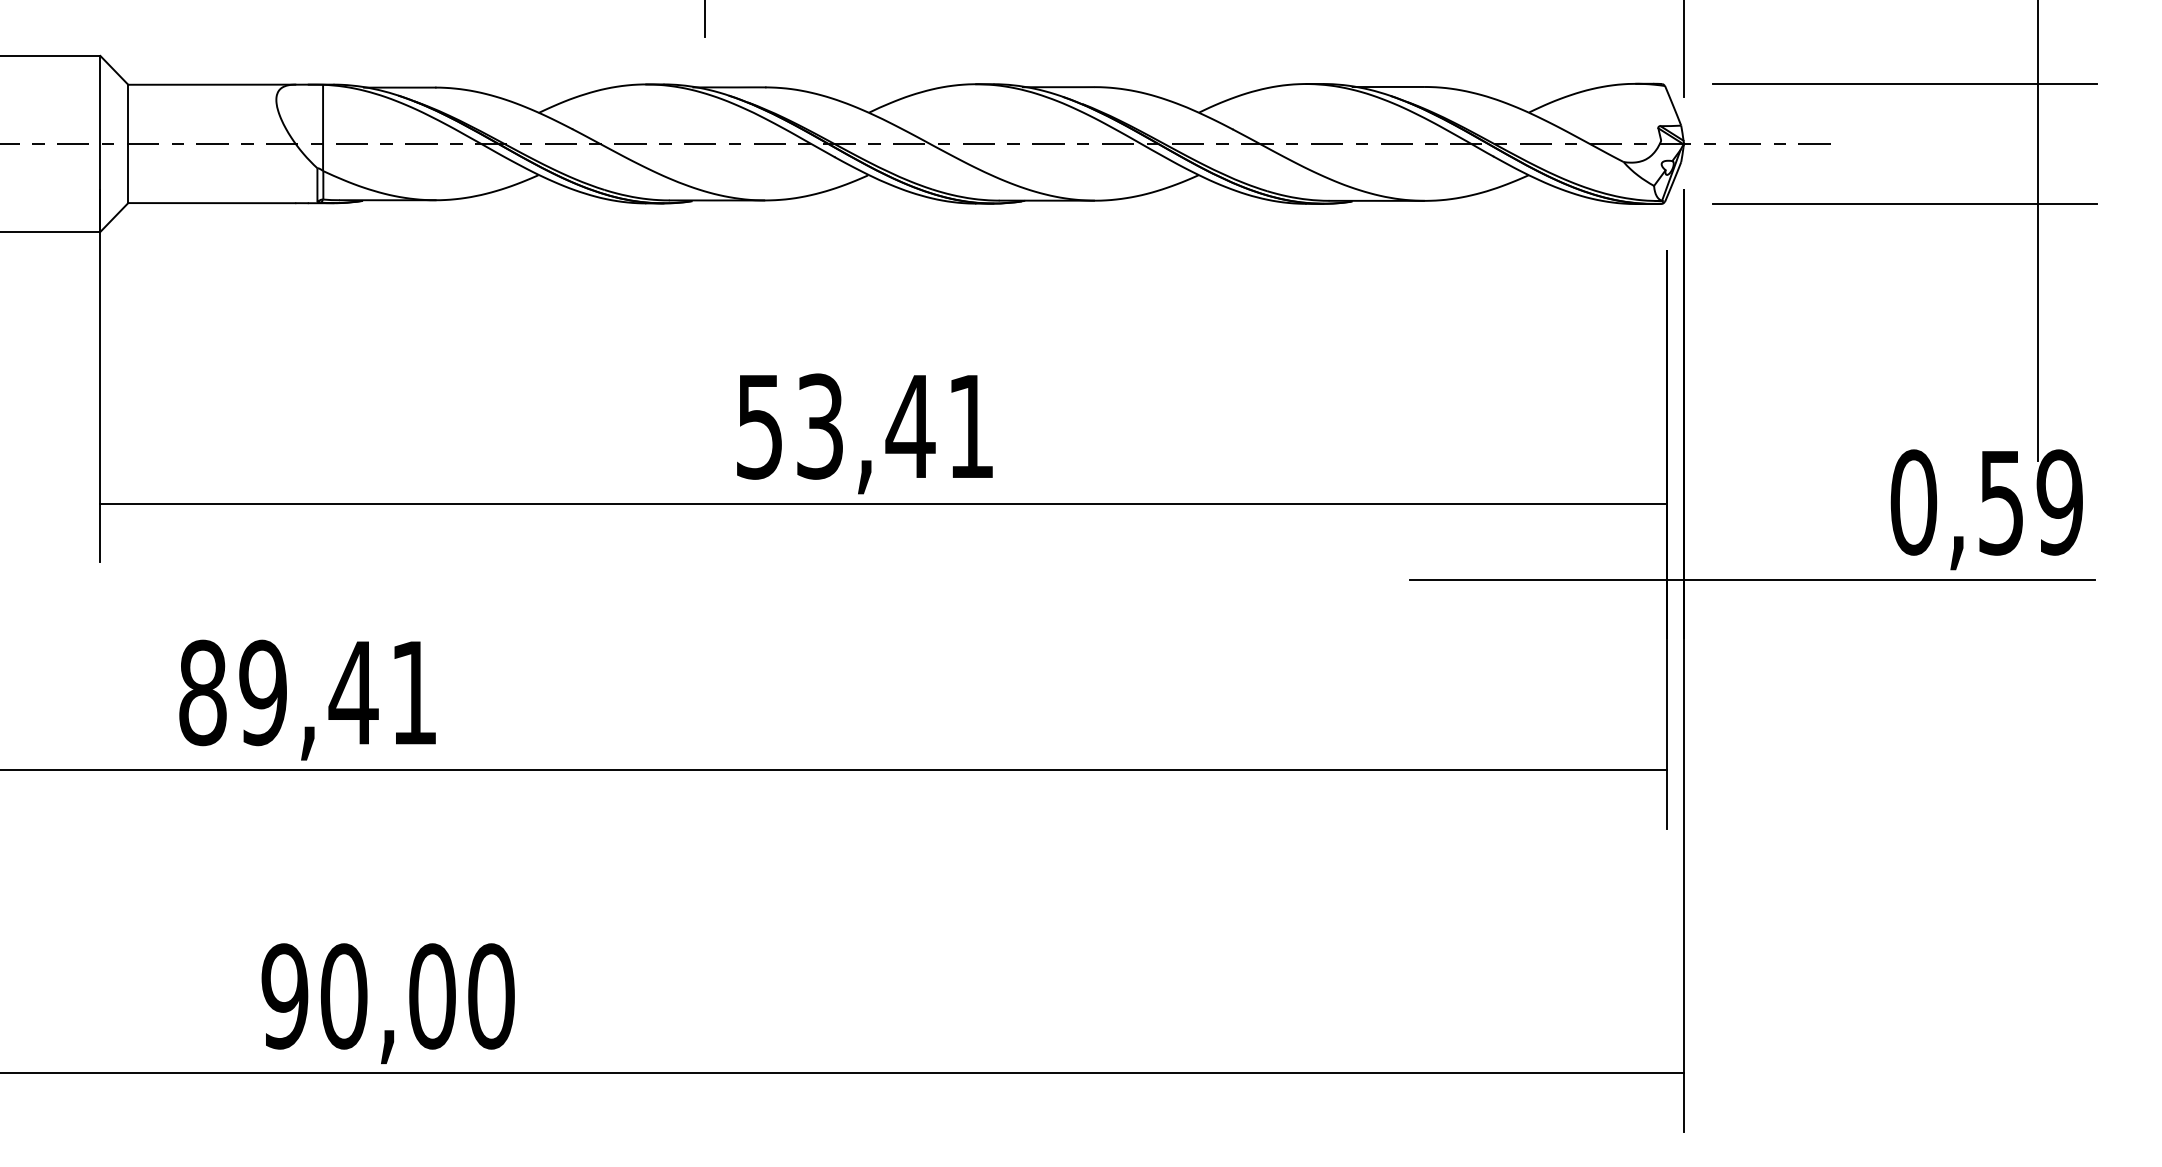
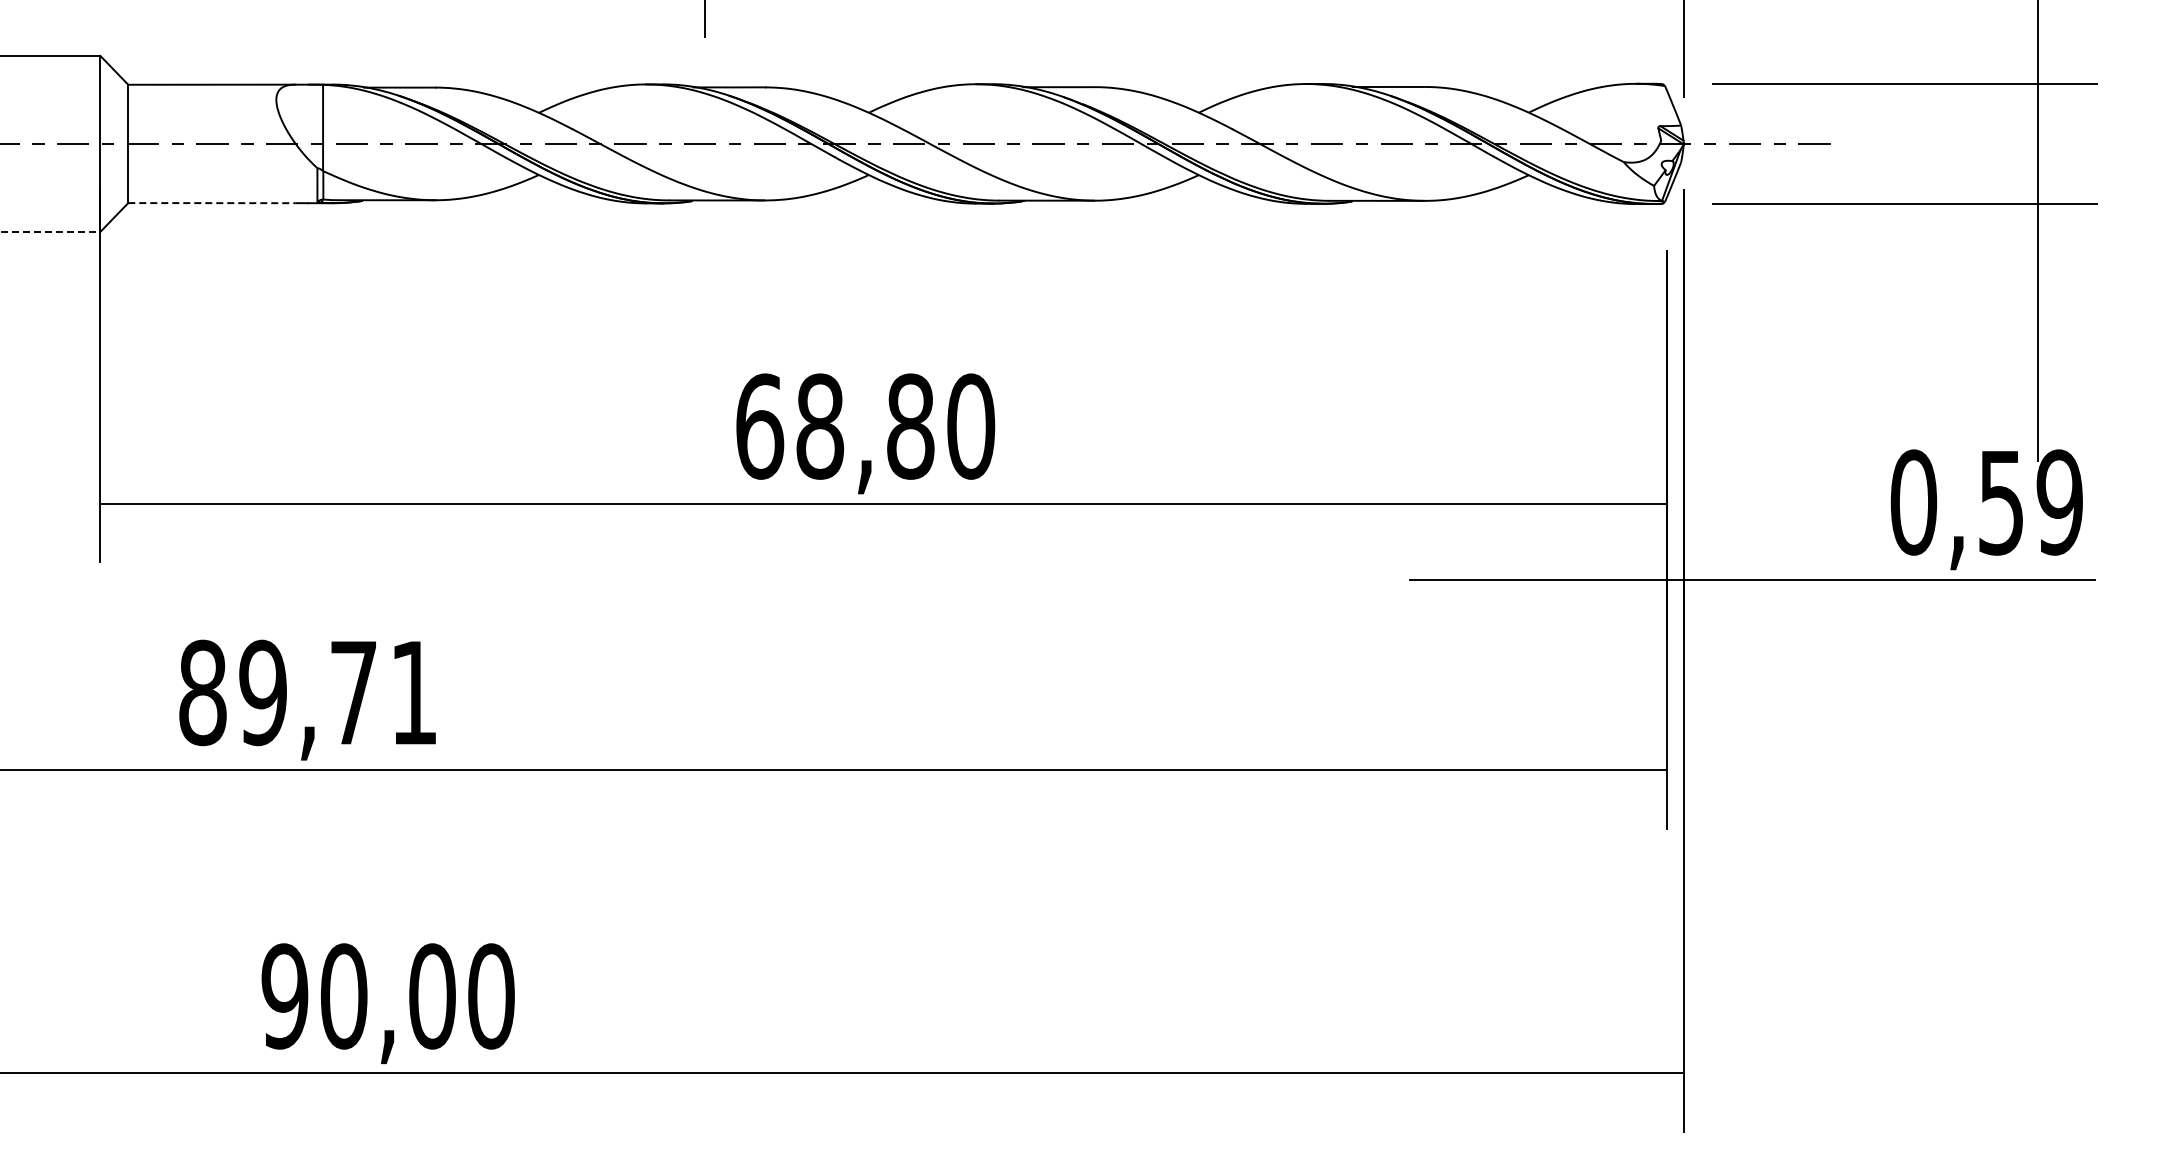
line at (211, 203): solid -> dashed
line at (50, 231): solid -> dashed
text at (865, 426): 53,41 -> 68,80
text at (353, 692): 89,41 -> 89,71
